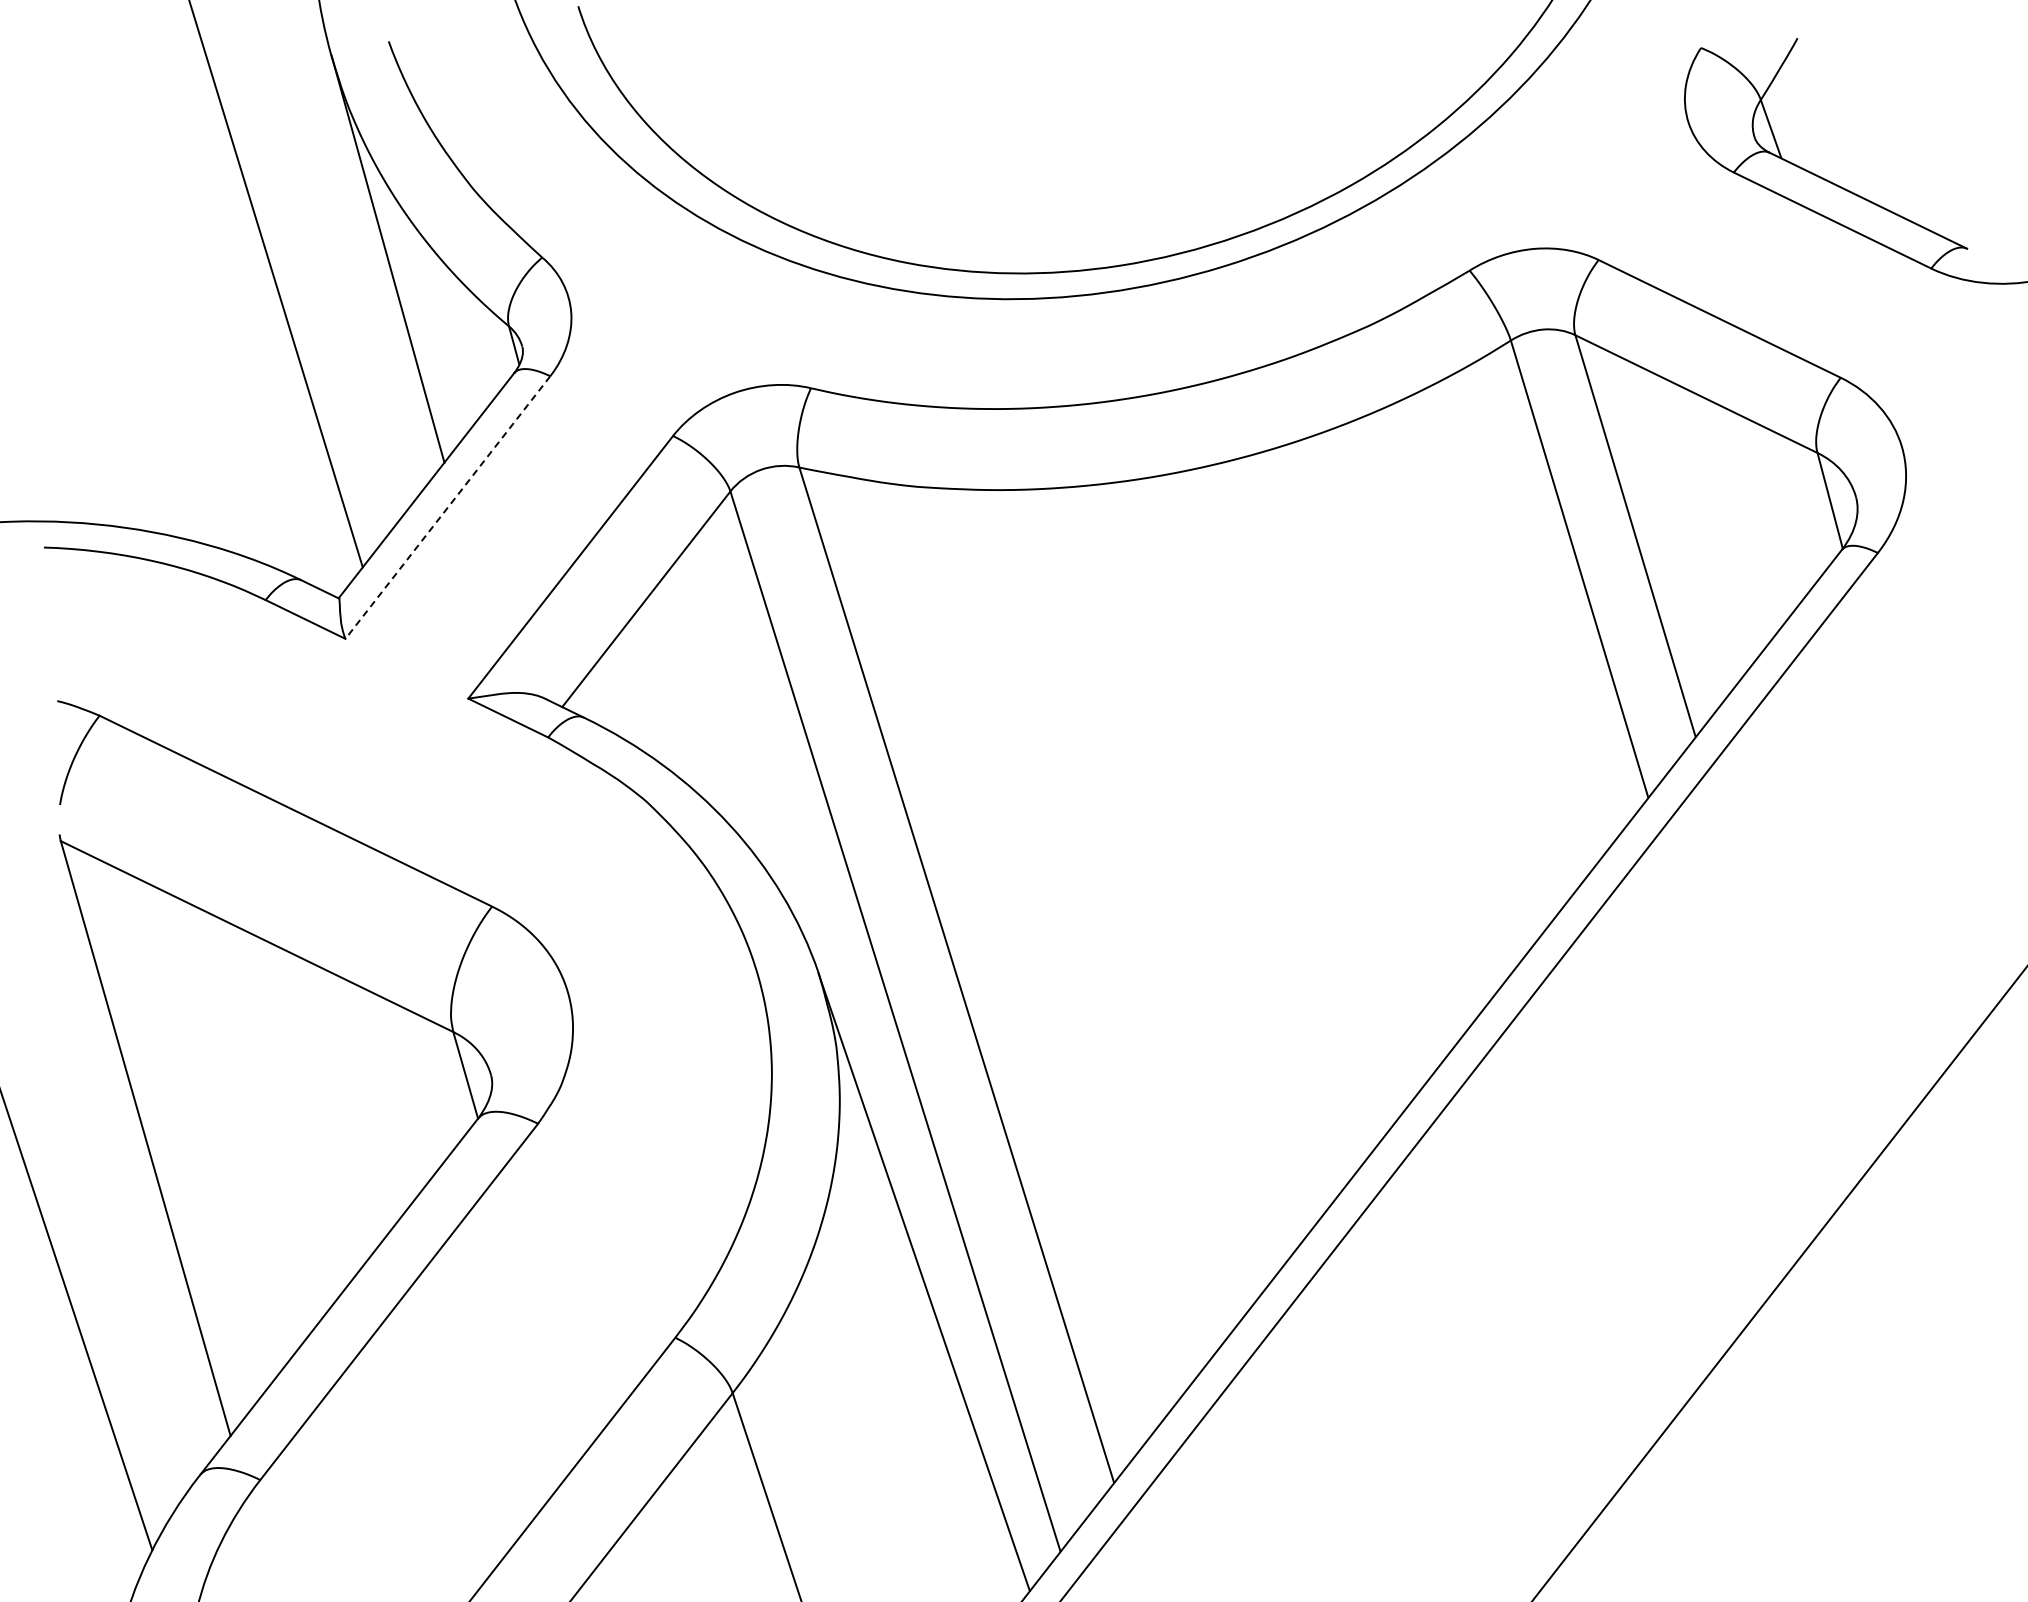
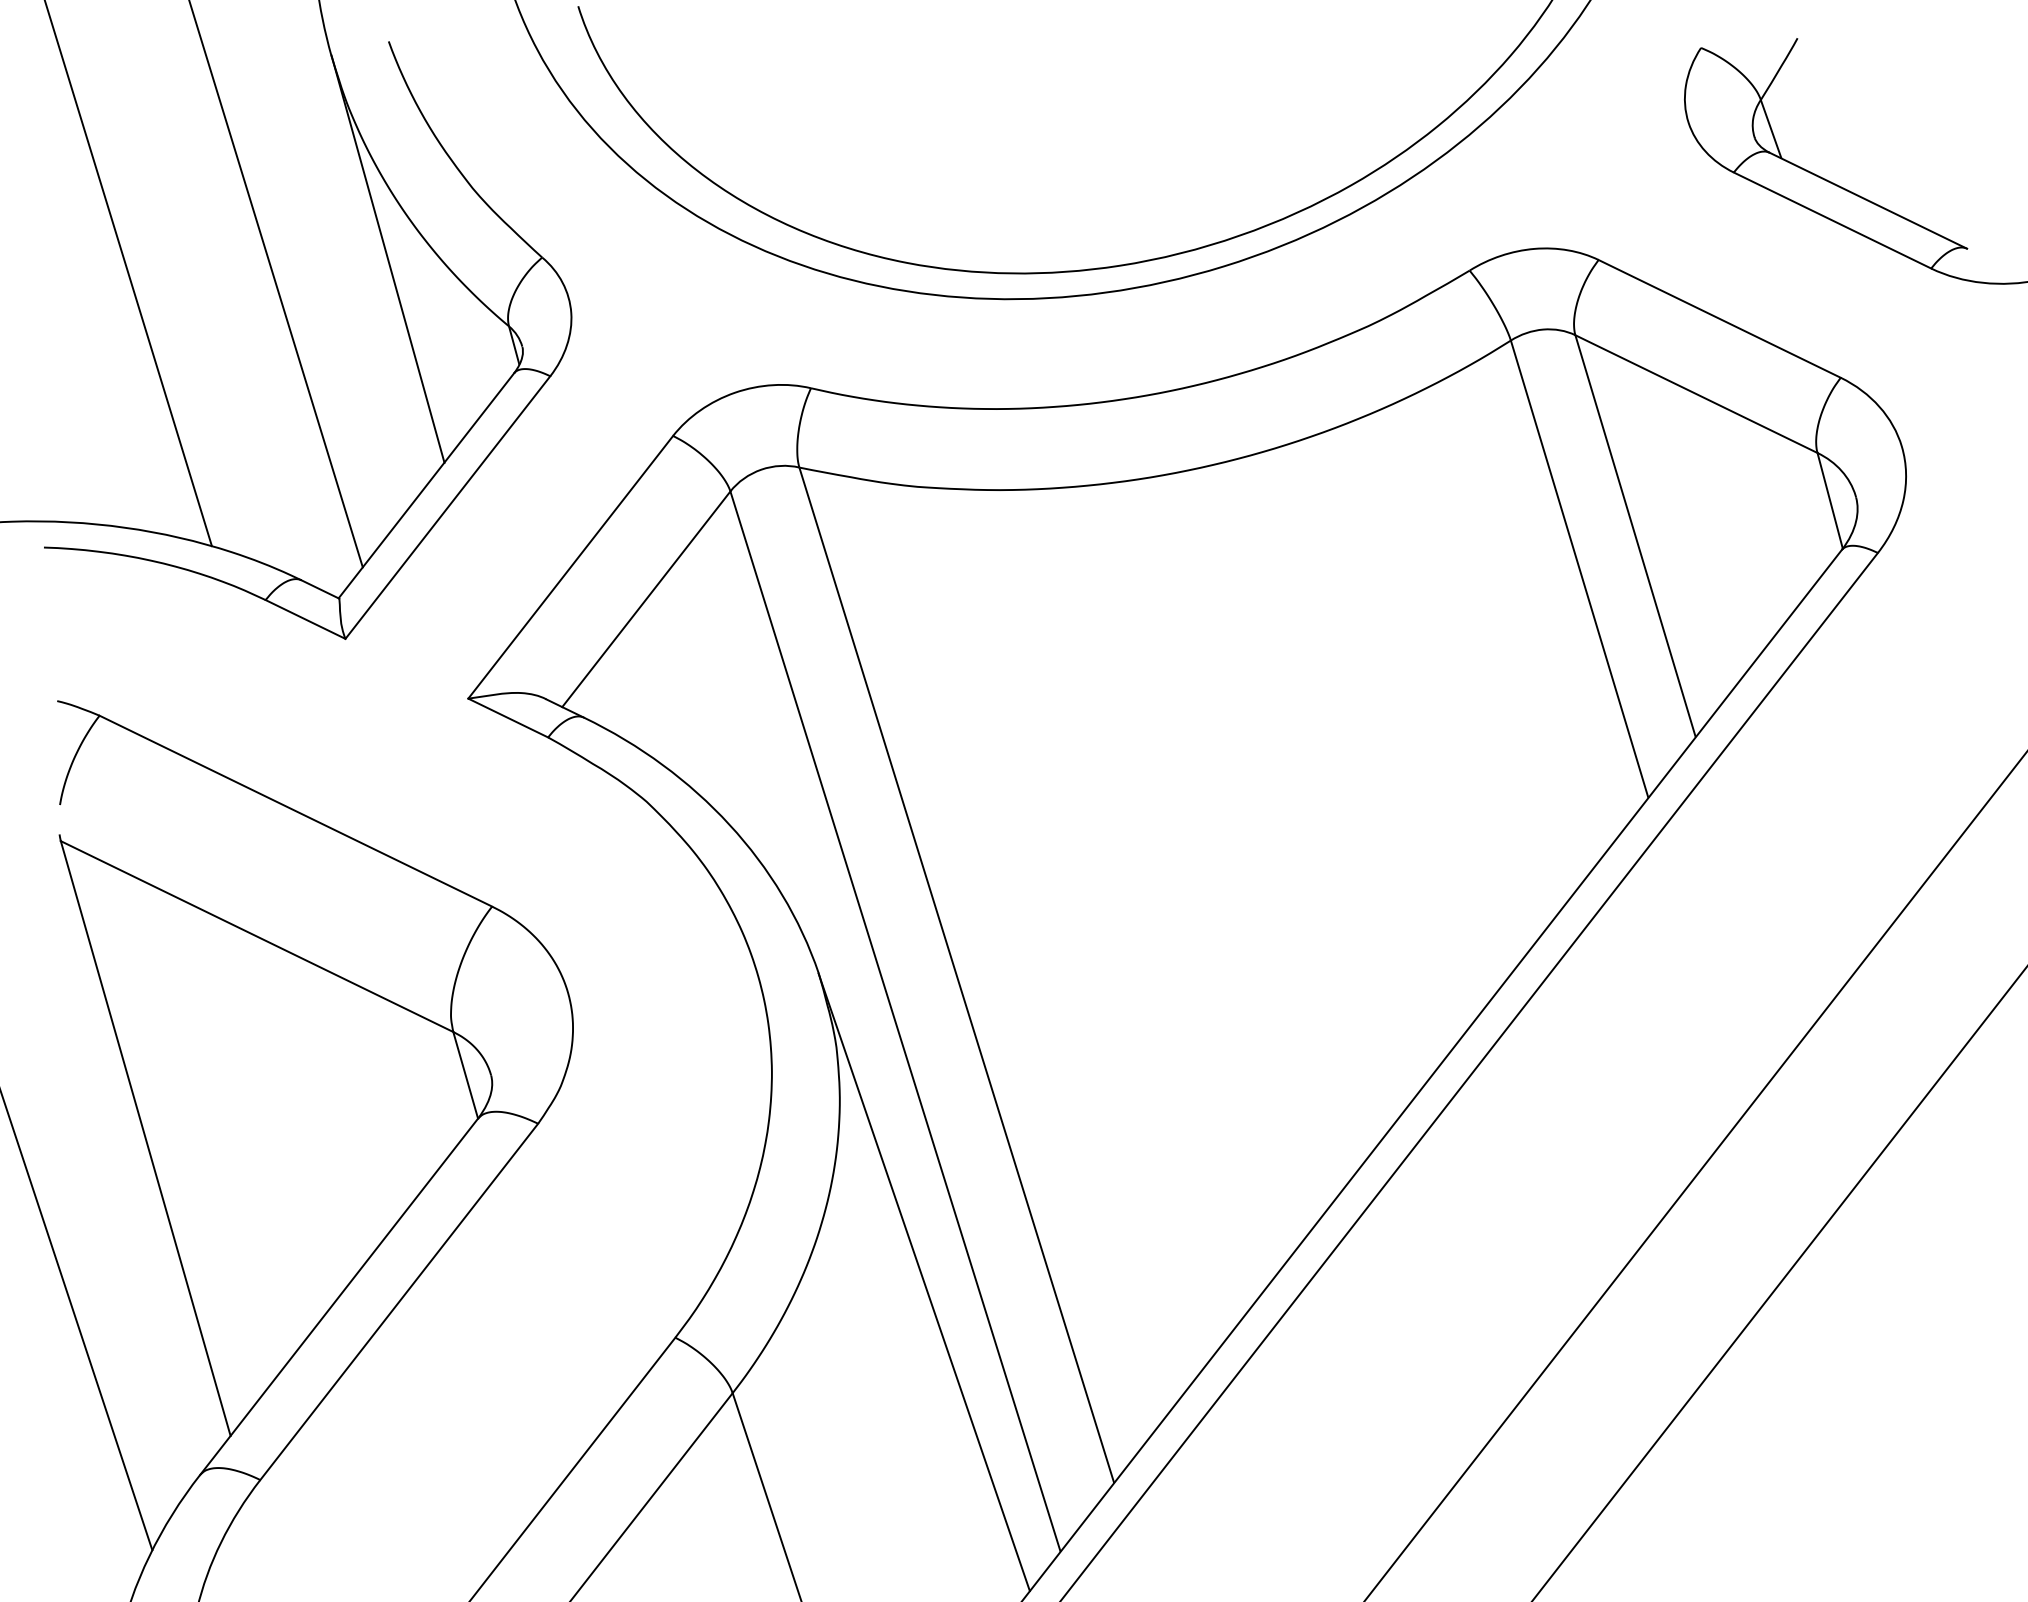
line at (128, 274): none -> present
line at (447, 507): dashed -> solid
line at (1695, 1176): none -> present
